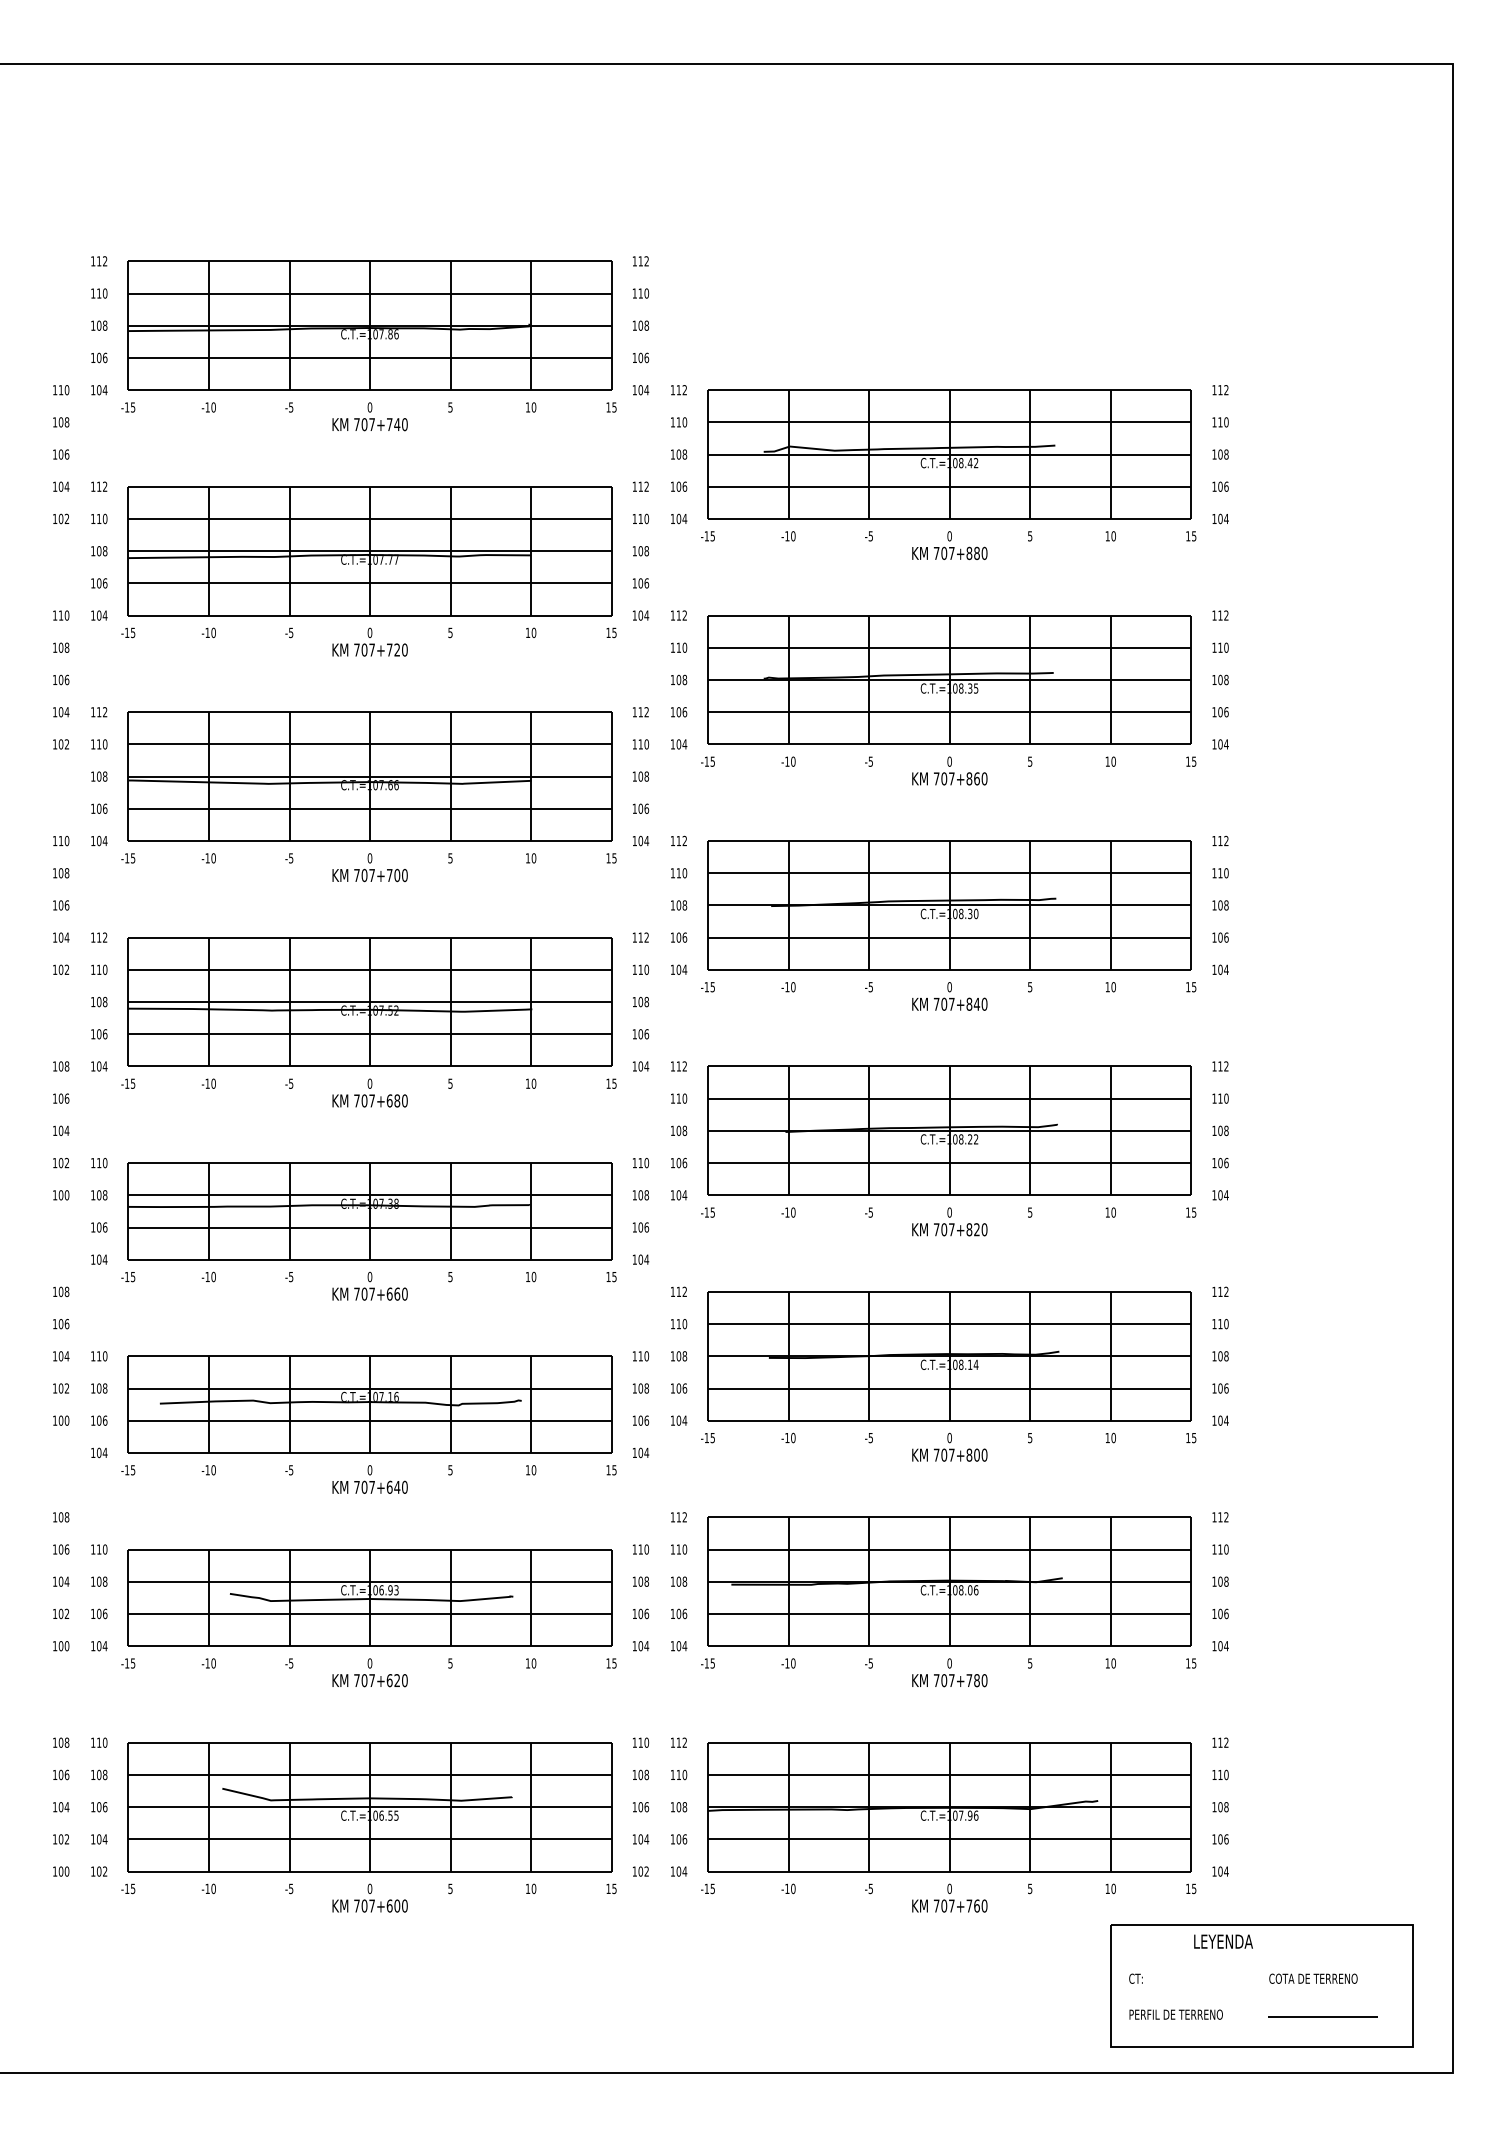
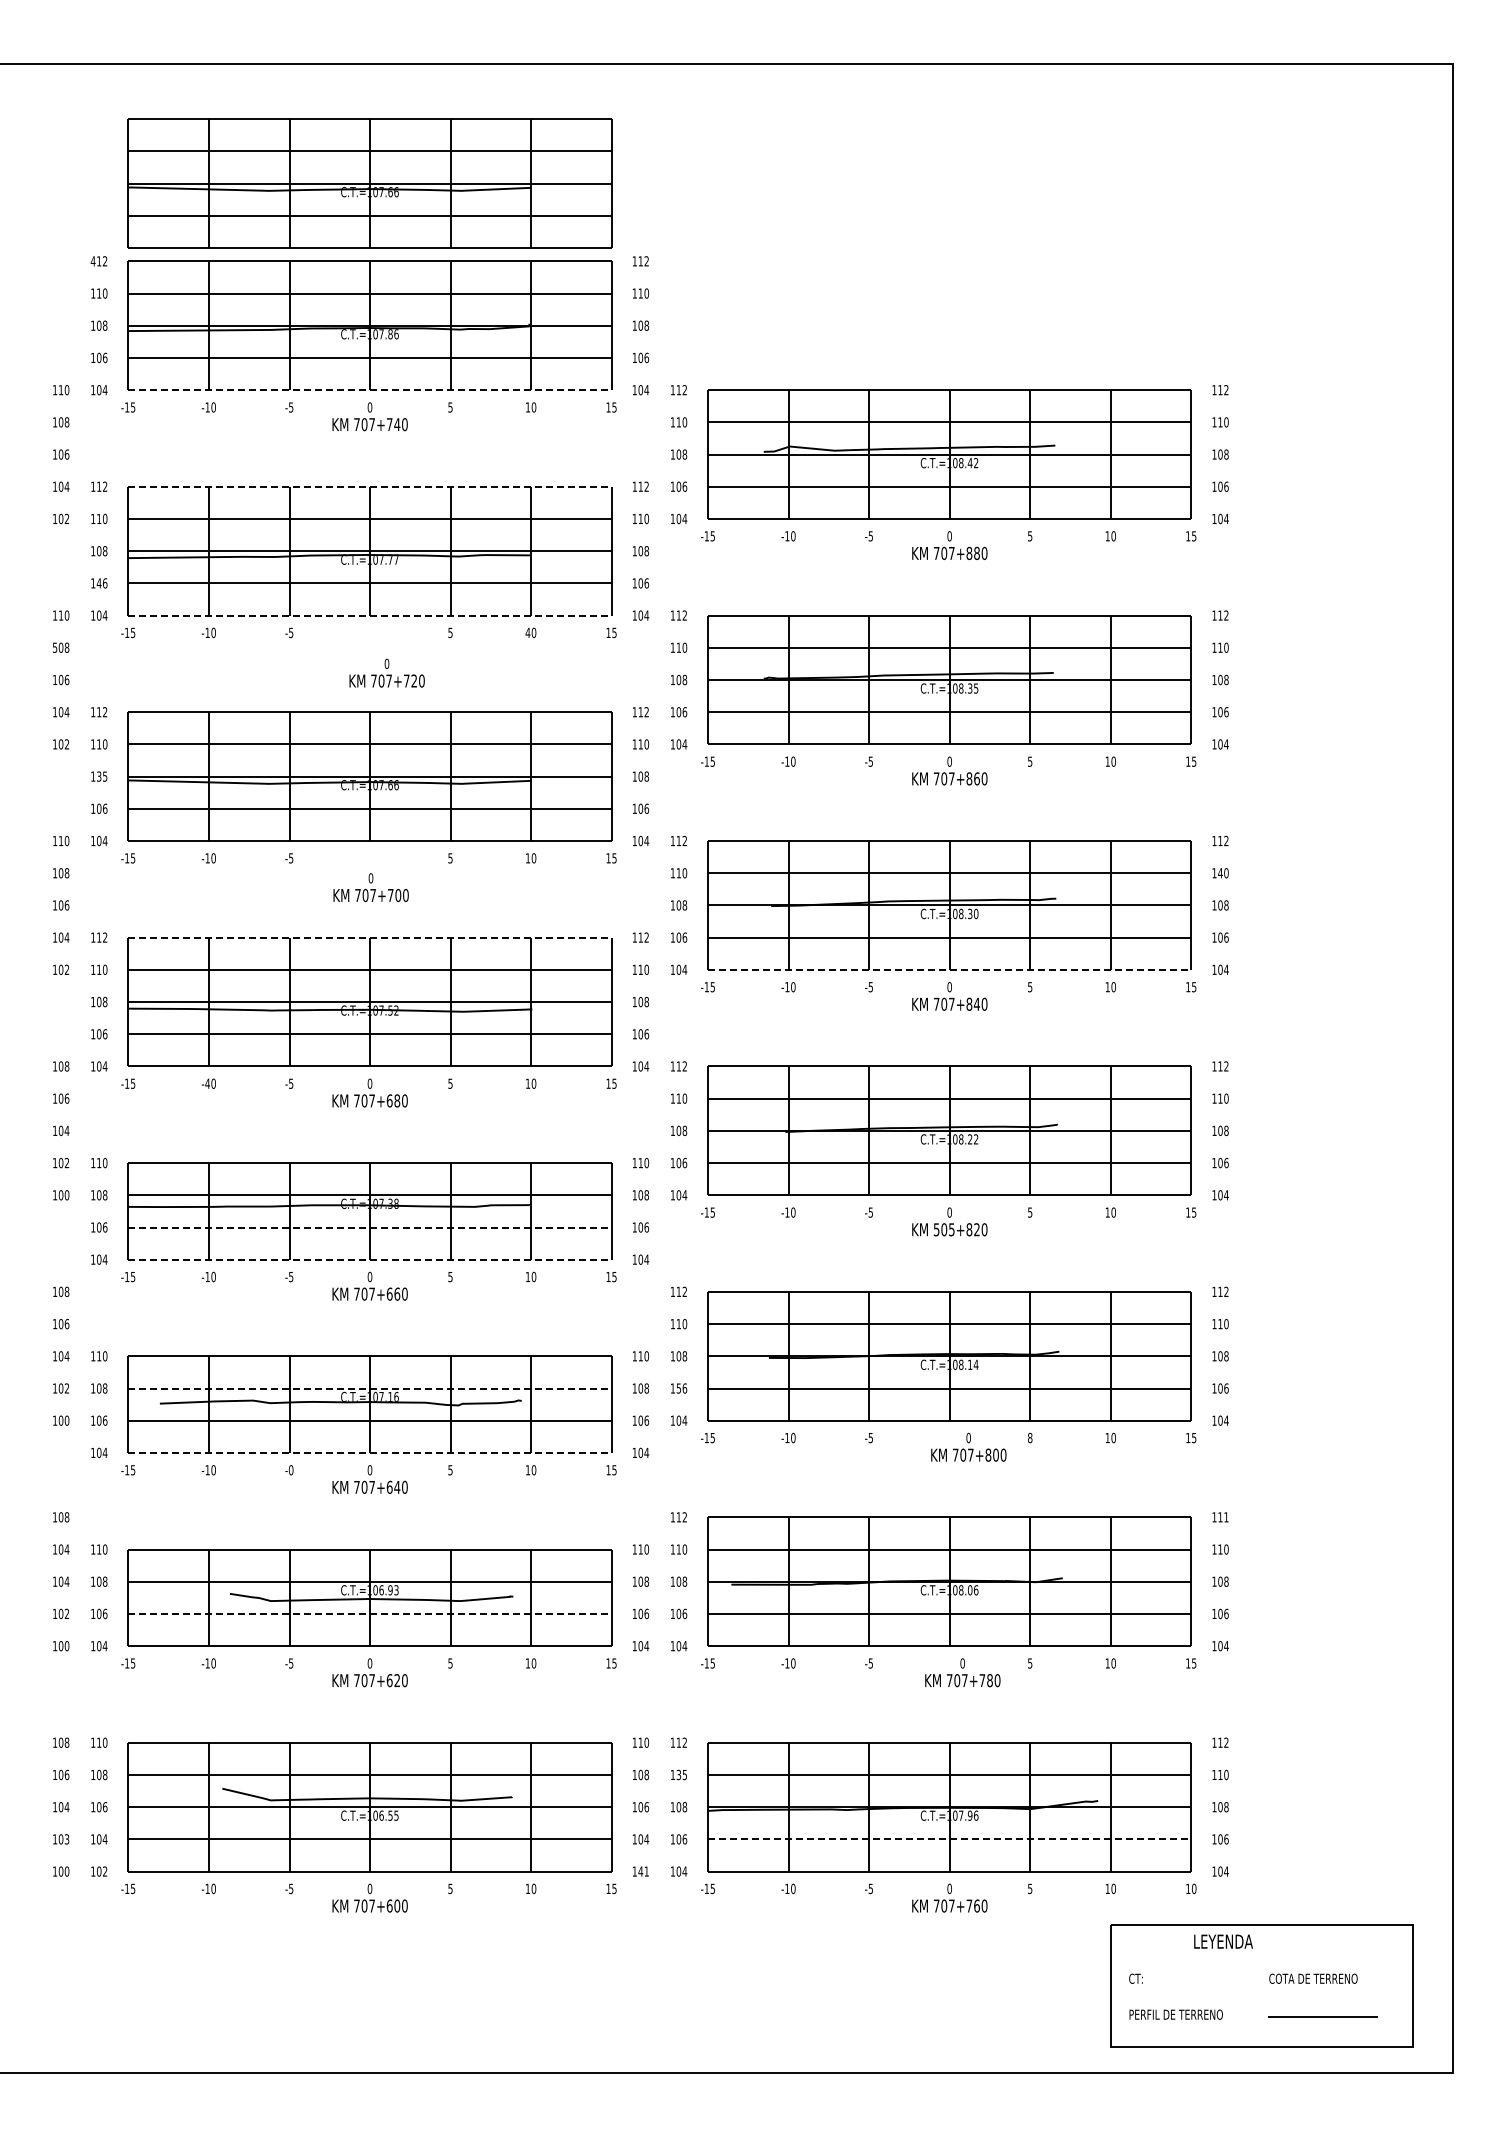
part at (369, 183): none -> present
text at (92, 261): 112 -> 412
line at (370, 390): solid -> dashed
line at (370, 486): solid -> dashed
text at (98, 583): 106 -> 146
line at (370, 615): solid -> dashed
text at (527, 632): 10 -> 40
text at (369, 641) position: (369, 641) -> (386, 672)
text at (55, 647): 108 -> 508
text at (101, 776): 108 -> 135
text at (369, 867) position: (369, 867) -> (370, 887)
text at (1220, 873): 110 -> 140
line at (370, 937): solid -> dashed
line at (949, 969): solid -> dashed
text at (207, 1083): -10 -> -40
line at (370, 1227): solid -> dashed
text at (943, 1229): 707+820 -> 505+820
line at (370, 1259): solid -> dashed
line at (370, 1388): solid -> dashed
text at (678, 1388): 106 -> 156
text at (1030, 1437): 5 -> 8
text at (949, 1446) position: (949, 1446) -> (968, 1446)
line at (370, 1452): solid -> dashed
text at (290, 1470): -5 -> -0
text at (1226, 1517): 112 -> 111
text at (66, 1549): 106 -> 104
line at (370, 1613): solid -> dashed
text at (949, 1672) position: (949, 1672) -> (962, 1672)
text at (681, 1774): 110 -> 135
text at (66, 1839): 102 -> 103
line at (949, 1839): solid -> dashed
text at (643, 1871): 102 -> 141
text at (1194, 1888): 15 -> 10
